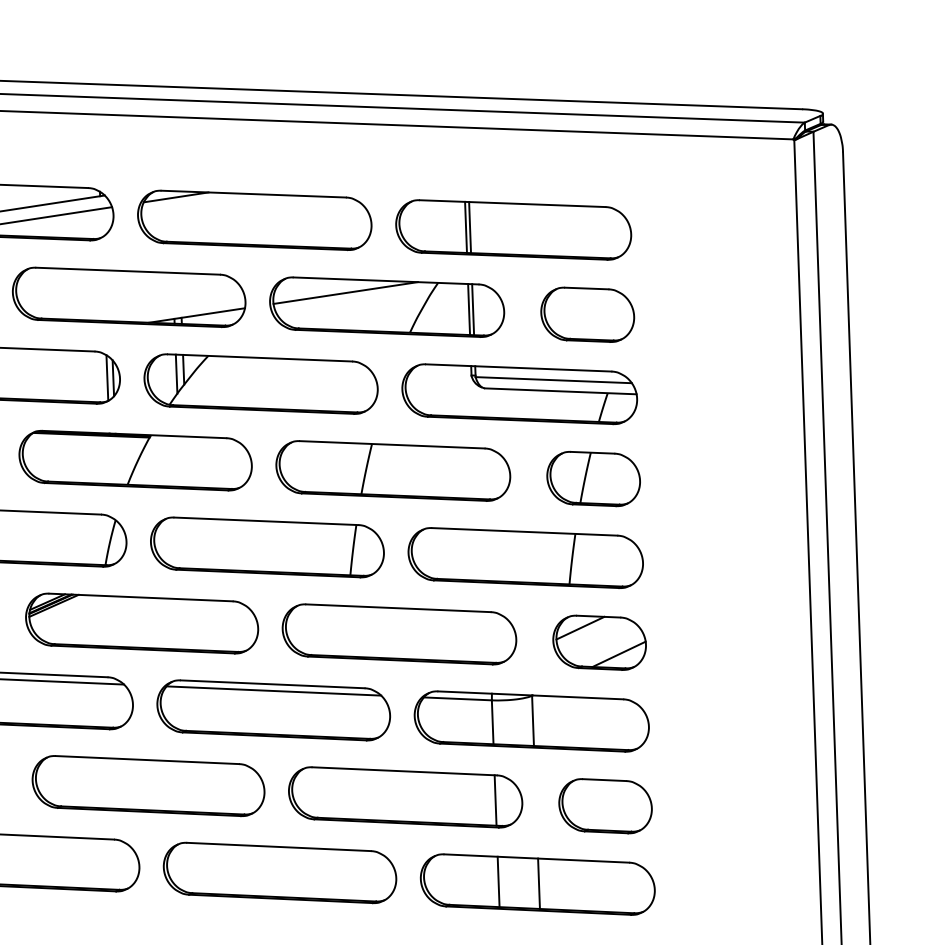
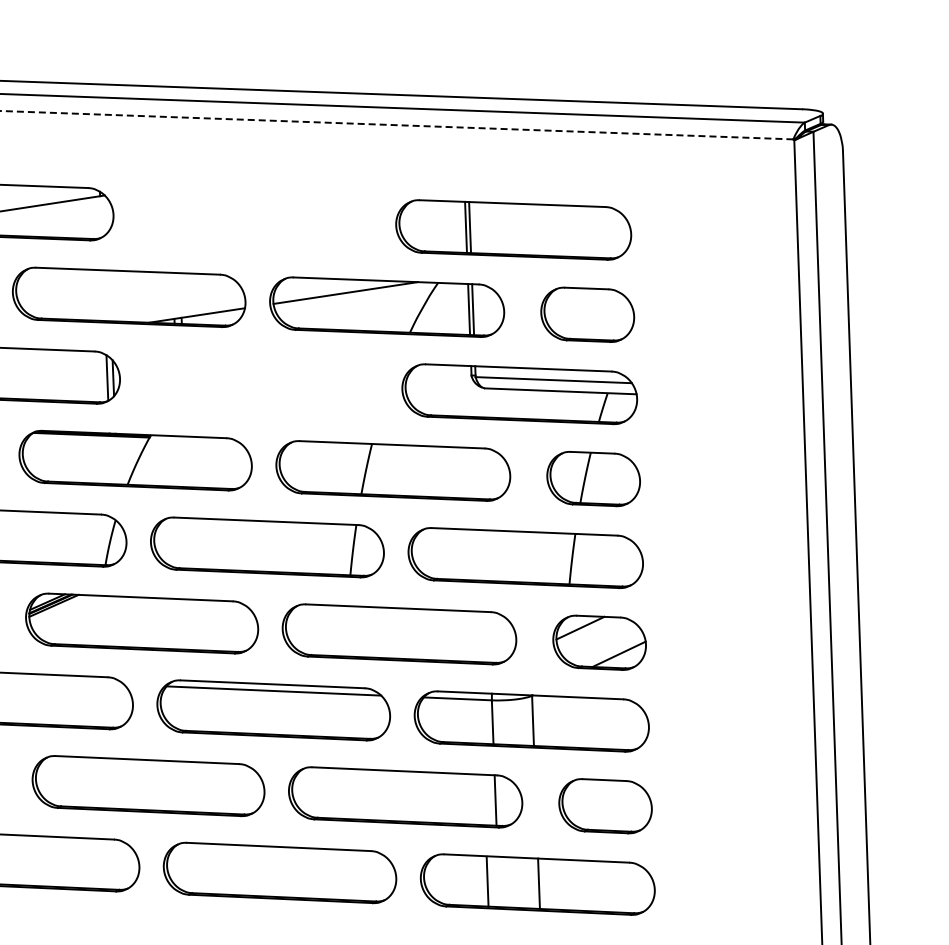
line at (396, 125): solid -> dashed
line at (57, 215): present -> none
part at (254, 219): present -> none
part at (260, 383): present -> none
line at (63, 681): present -> none
line at (498, 881) position: (498, 881) -> (487, 881)
